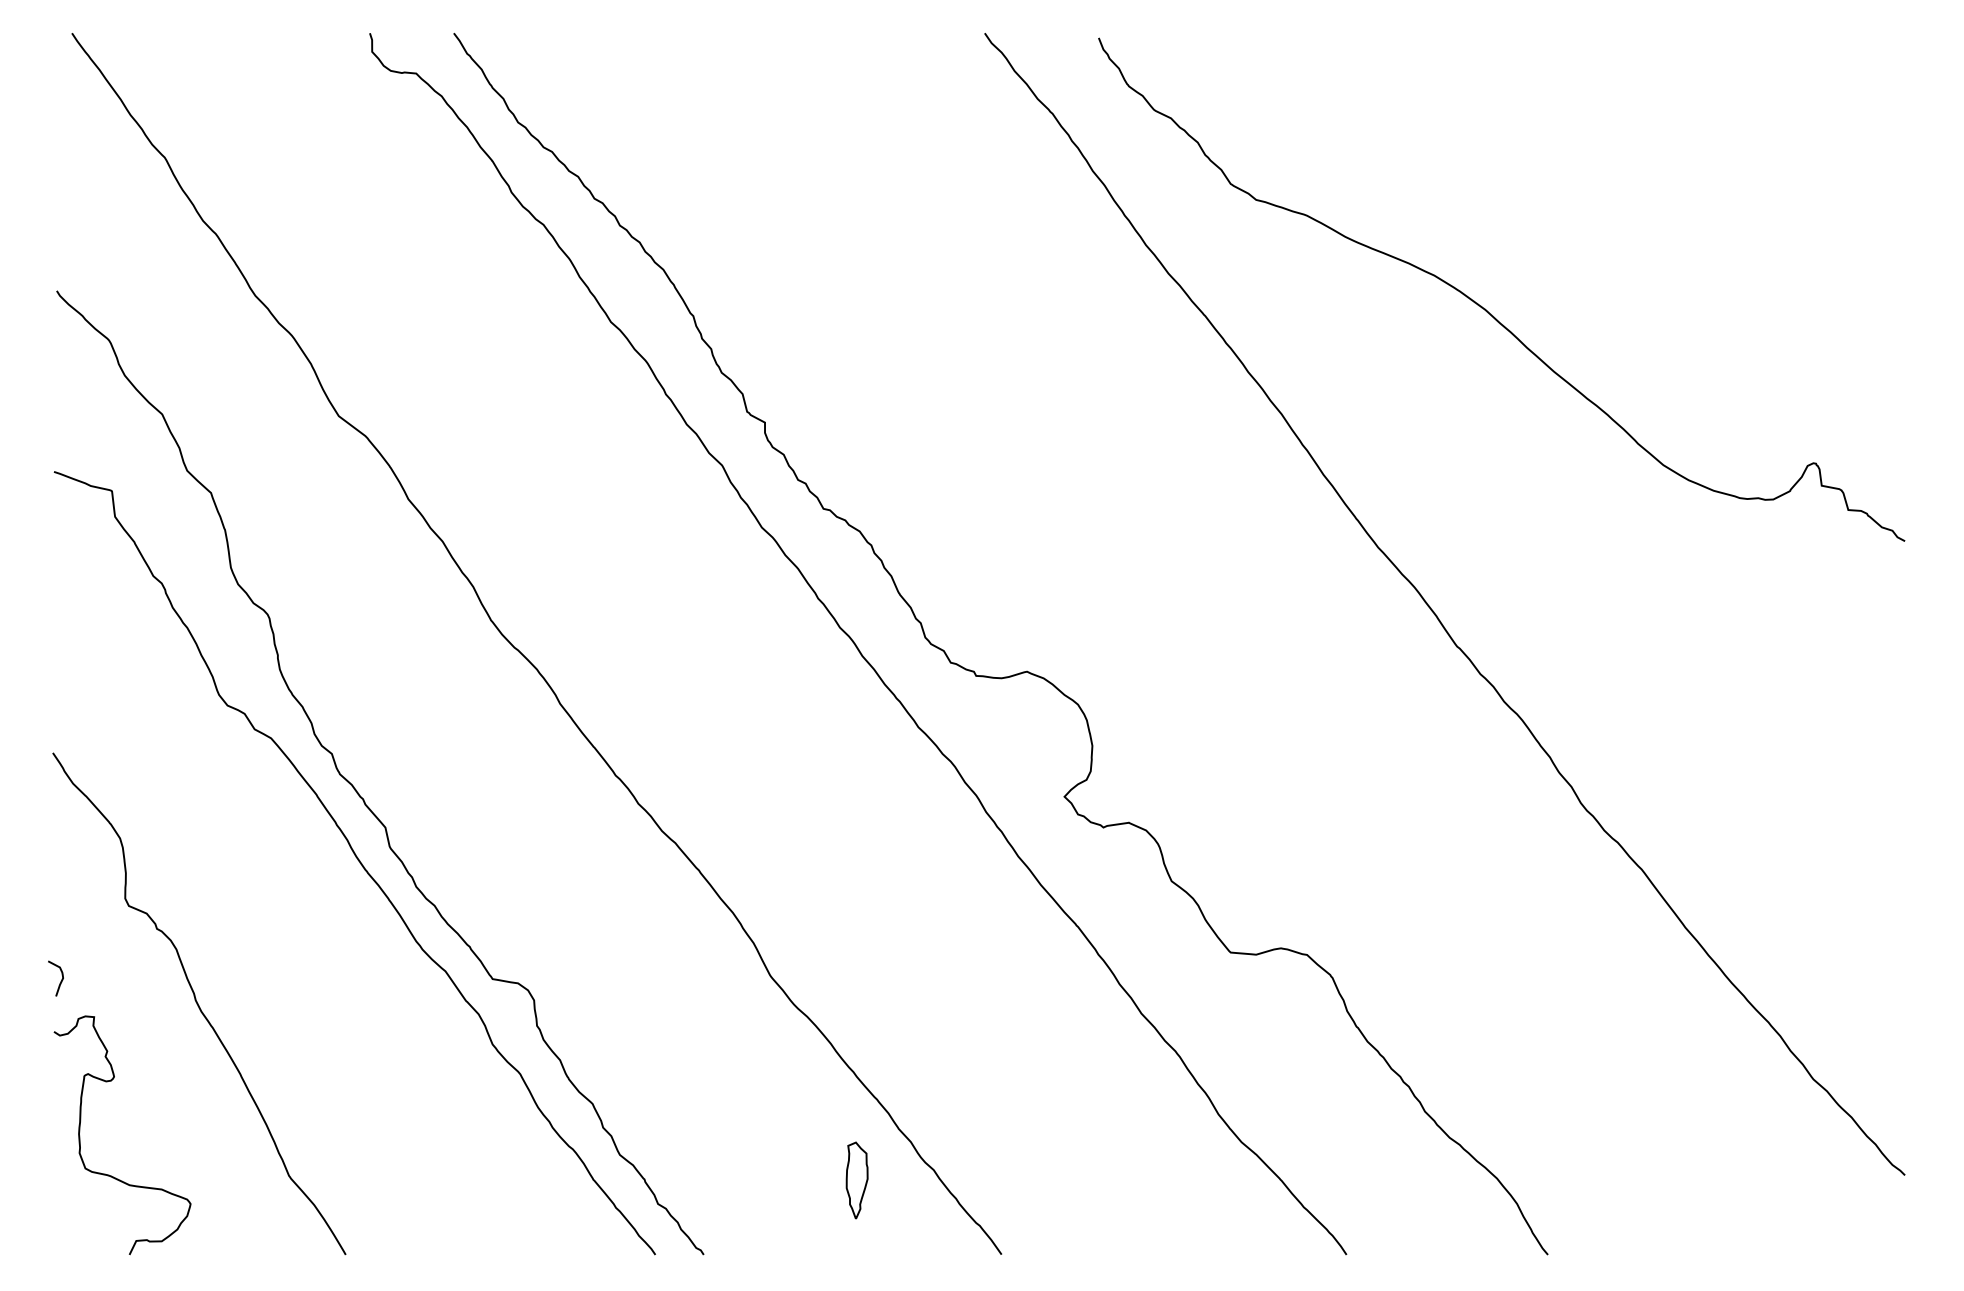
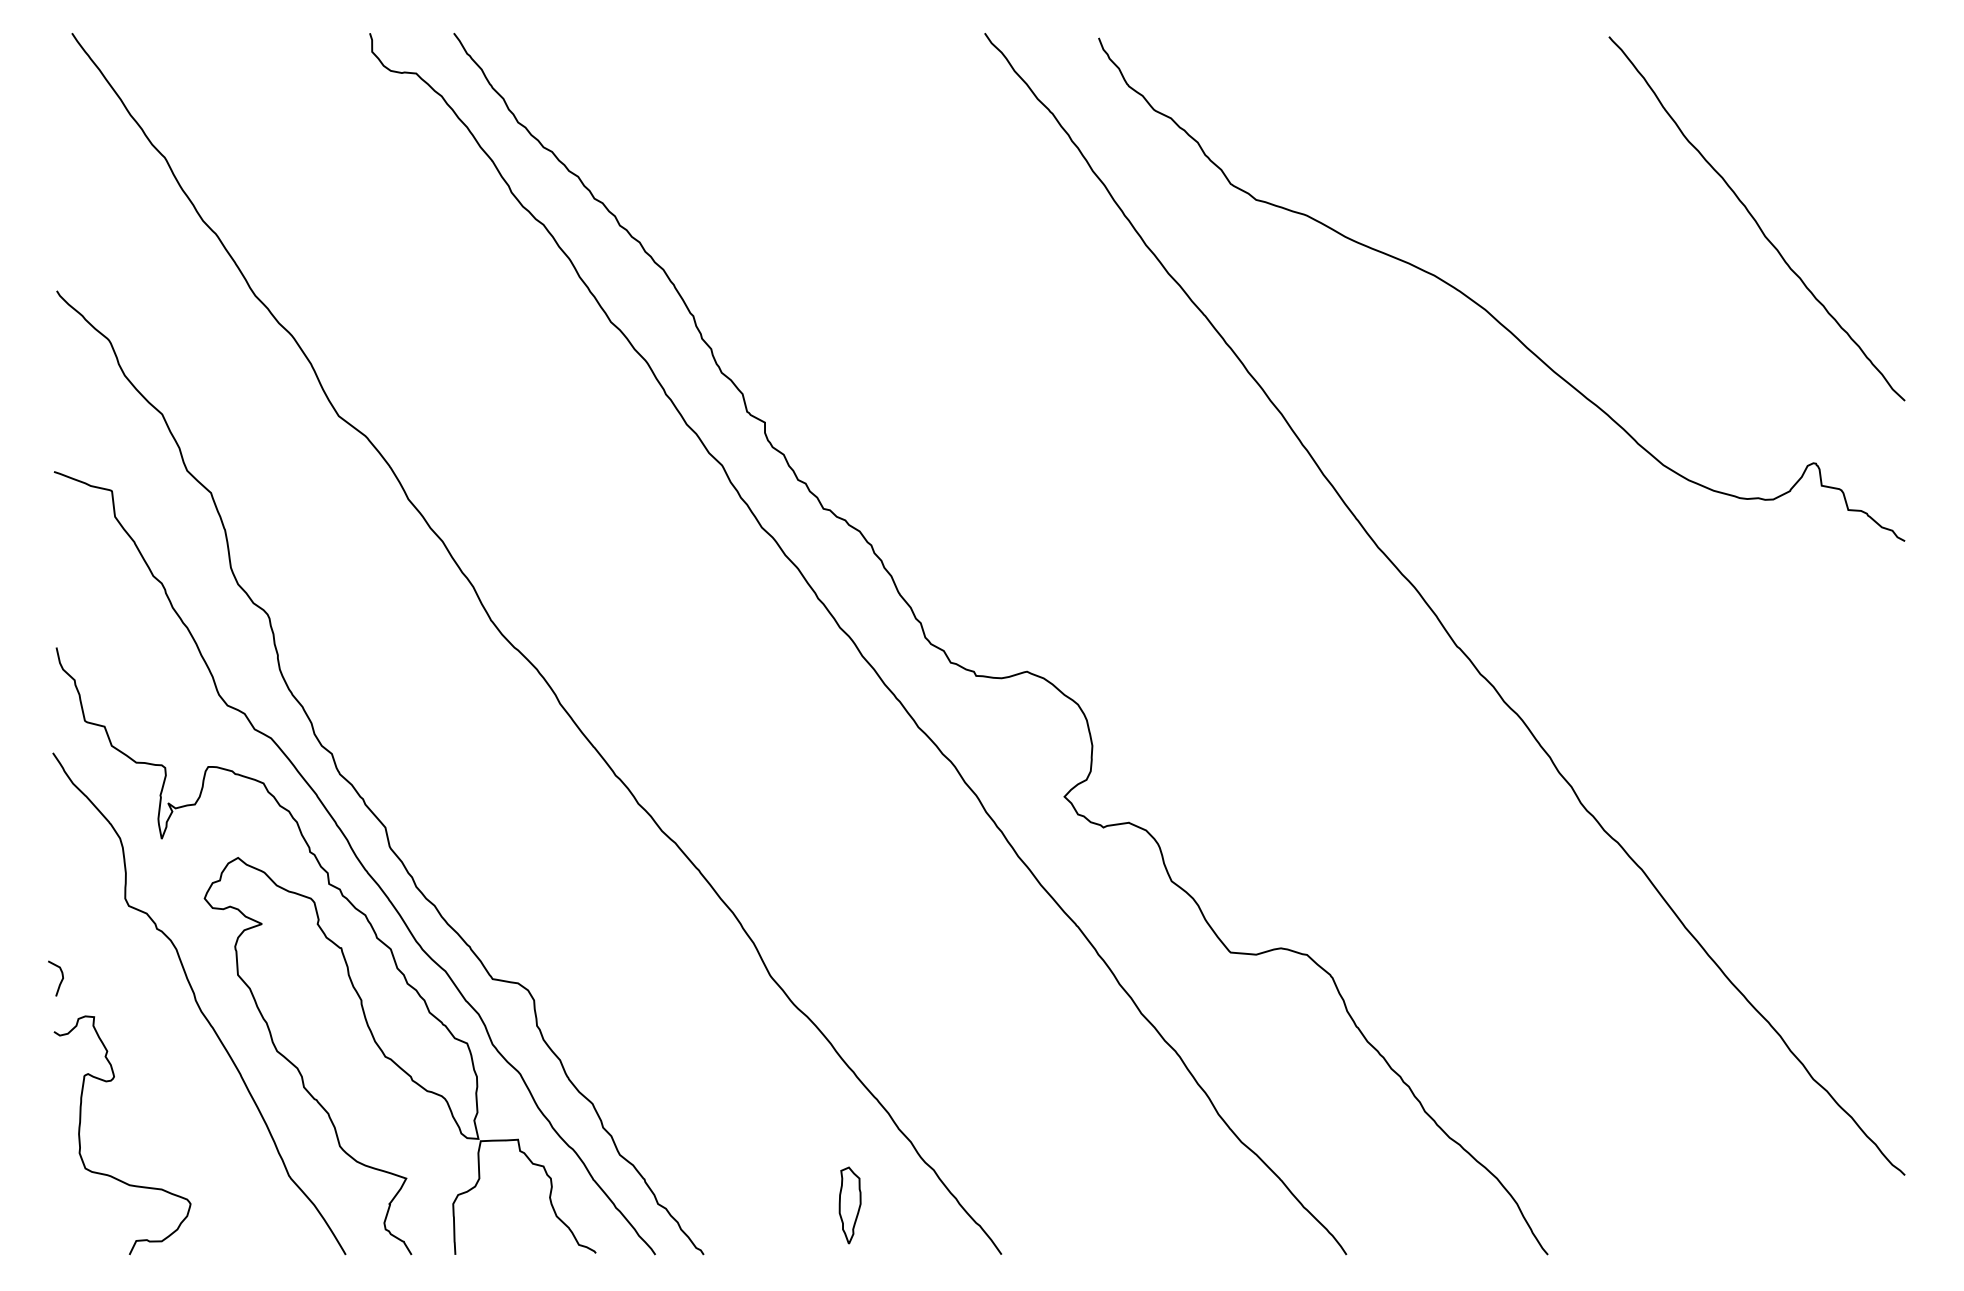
curve at (1755, 219): none -> present
part at (332, 943): none -> present
part at (856, 1180) position: (856, 1180) -> (849, 1205)
